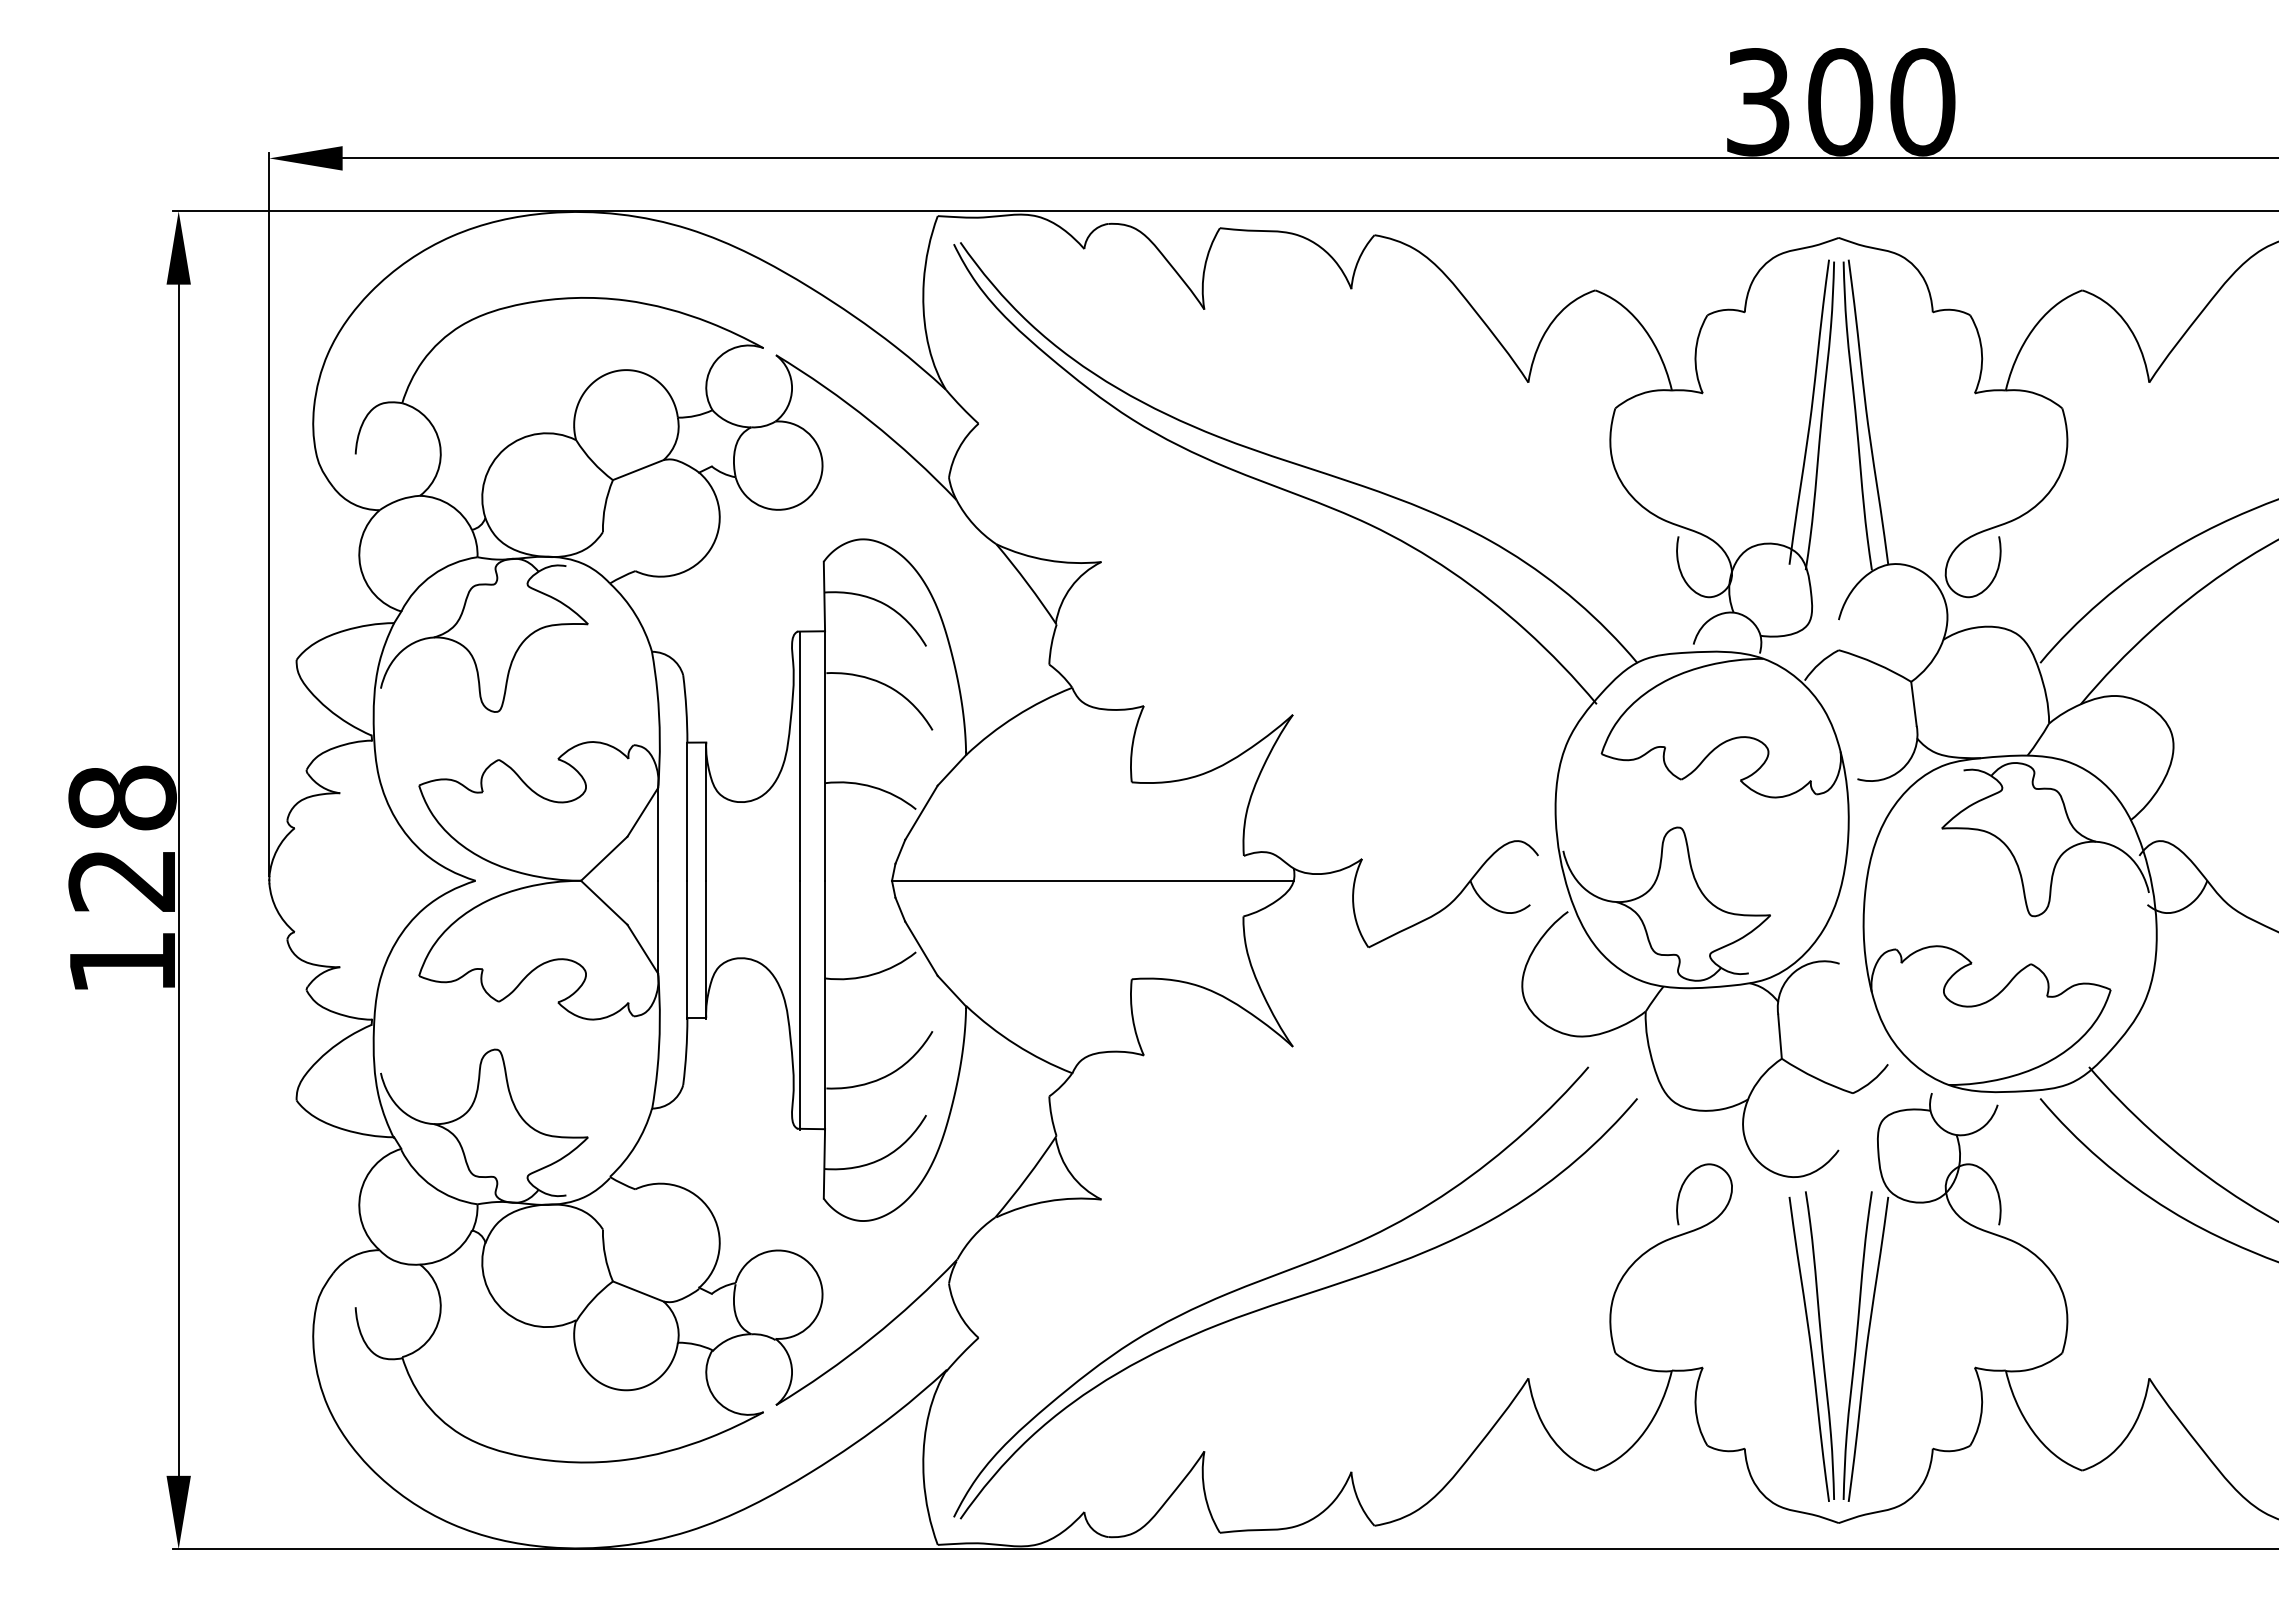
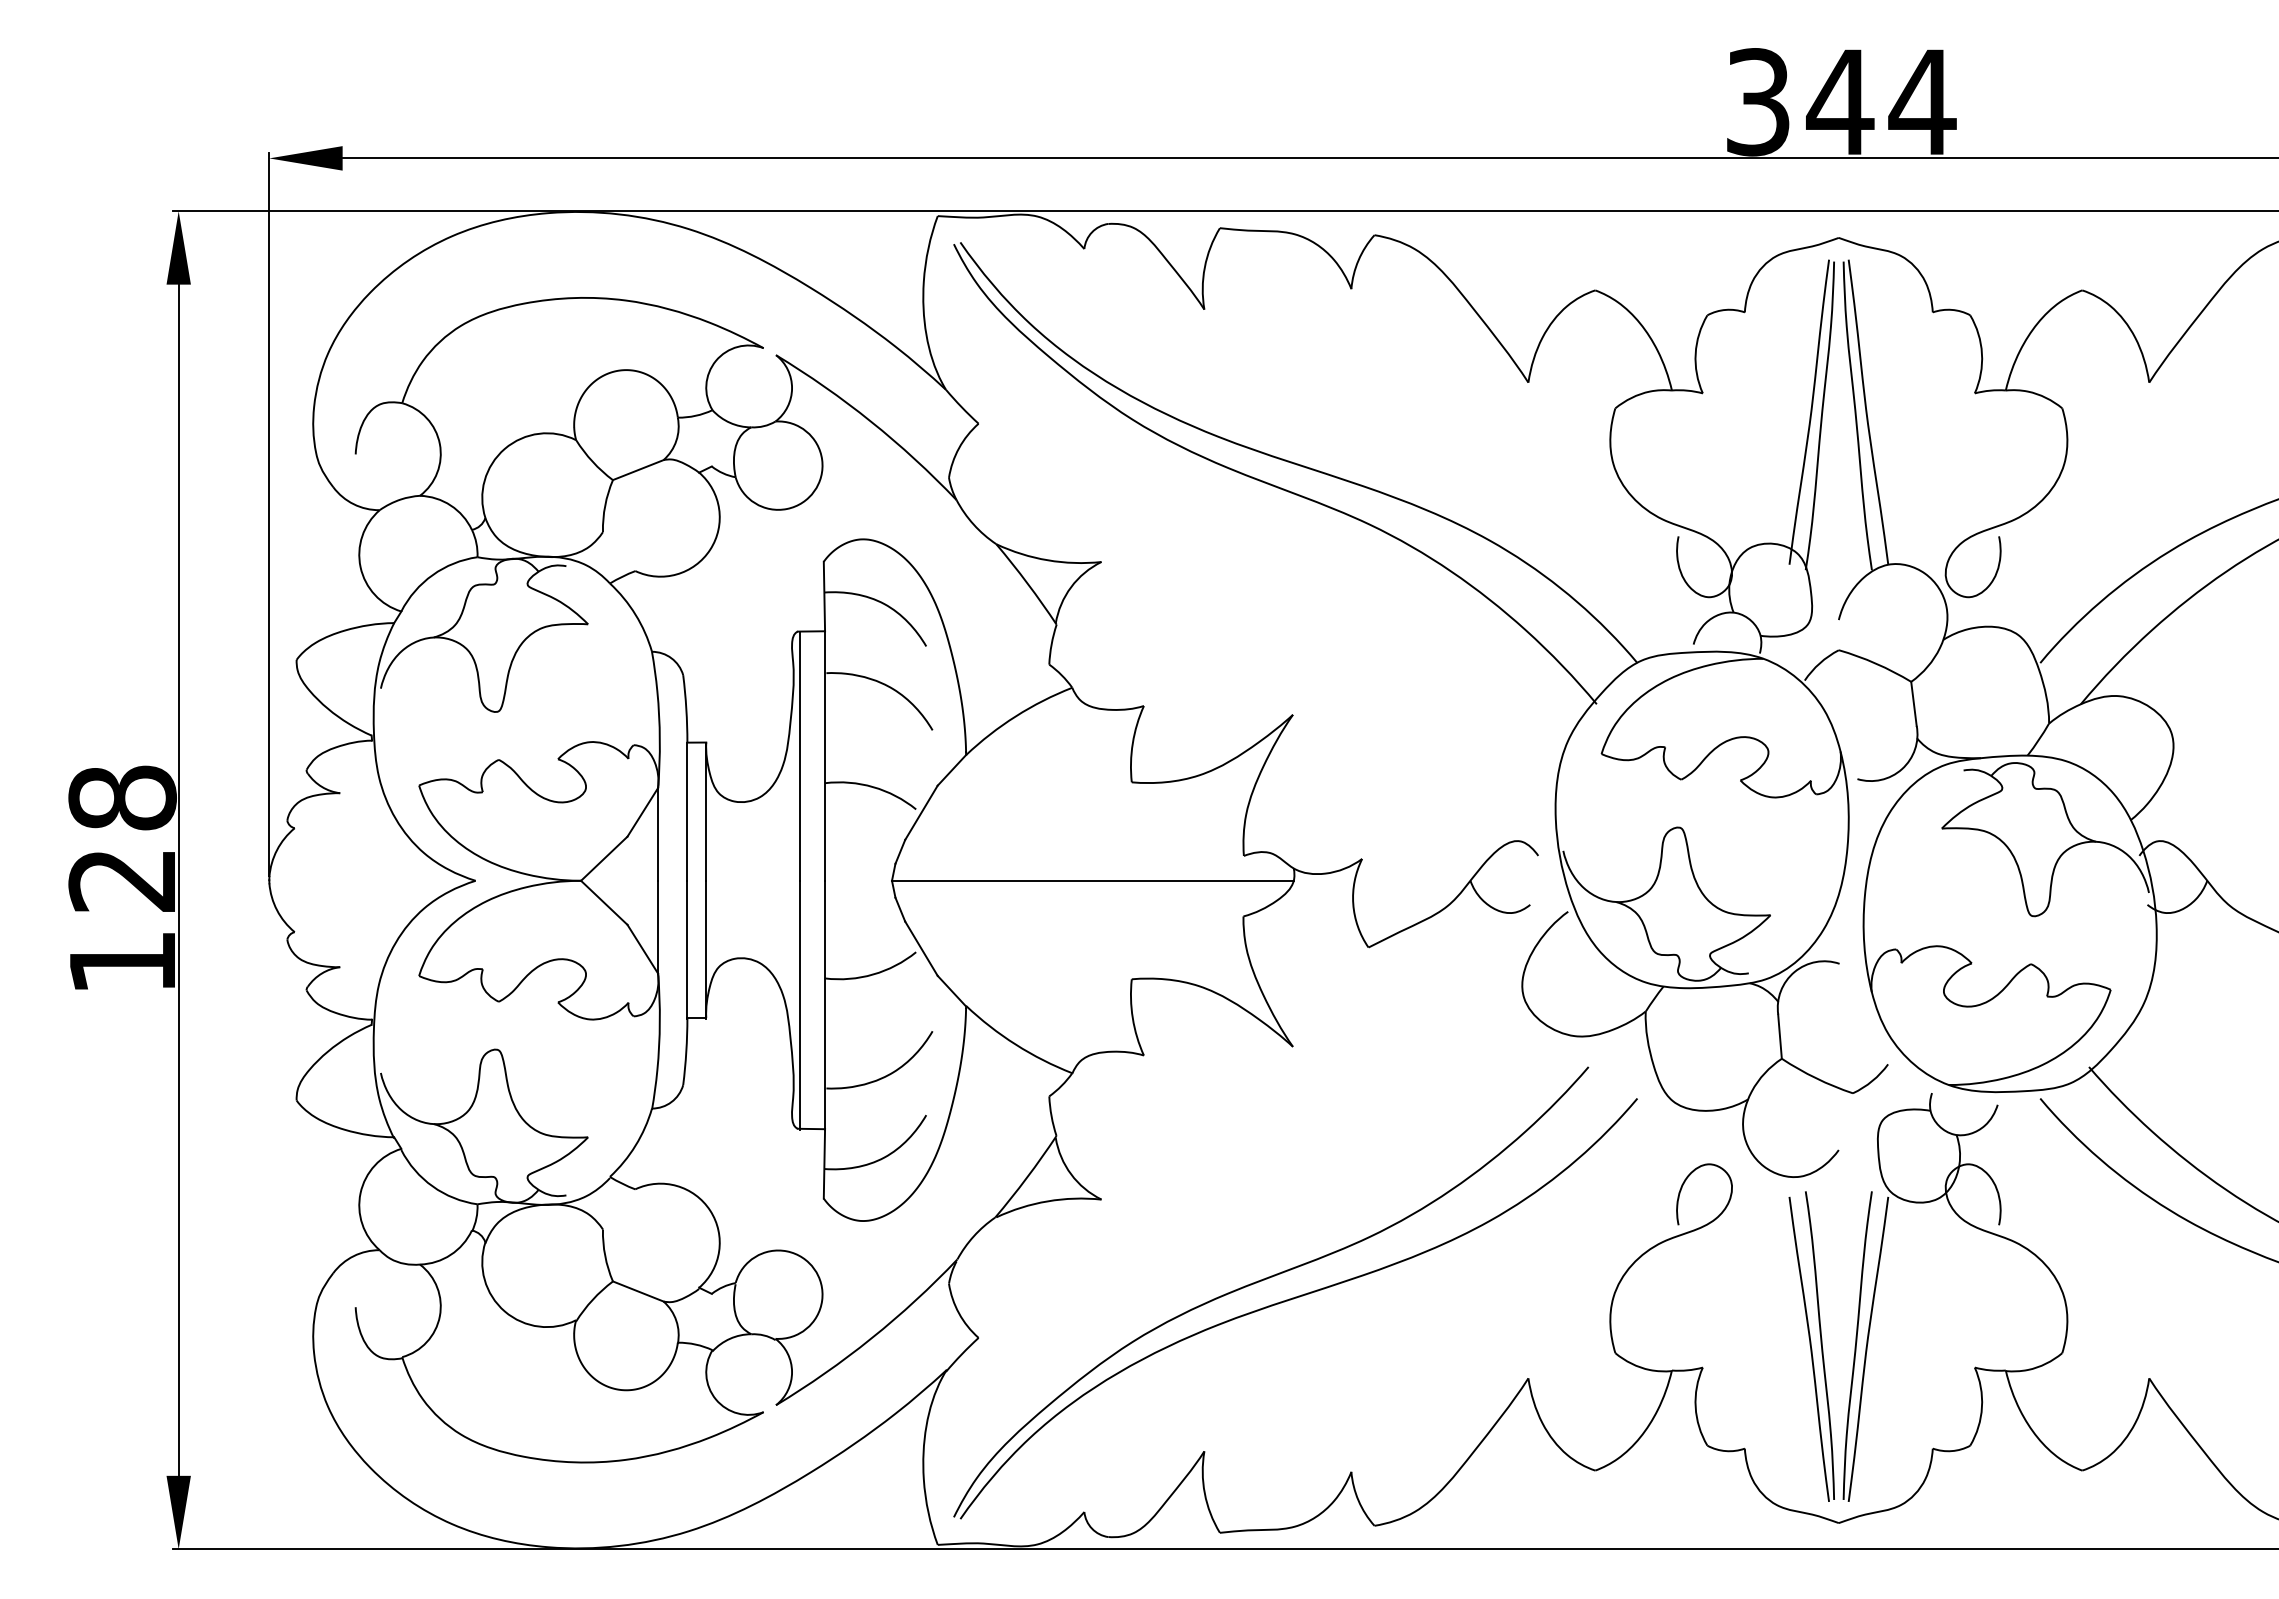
text at (1881, 102): 300 -> 344
